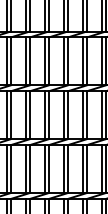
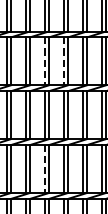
line at (44, 61): solid -> dashed
line at (63, 61): solid -> dashed
line at (44, 169): solid -> dashed
